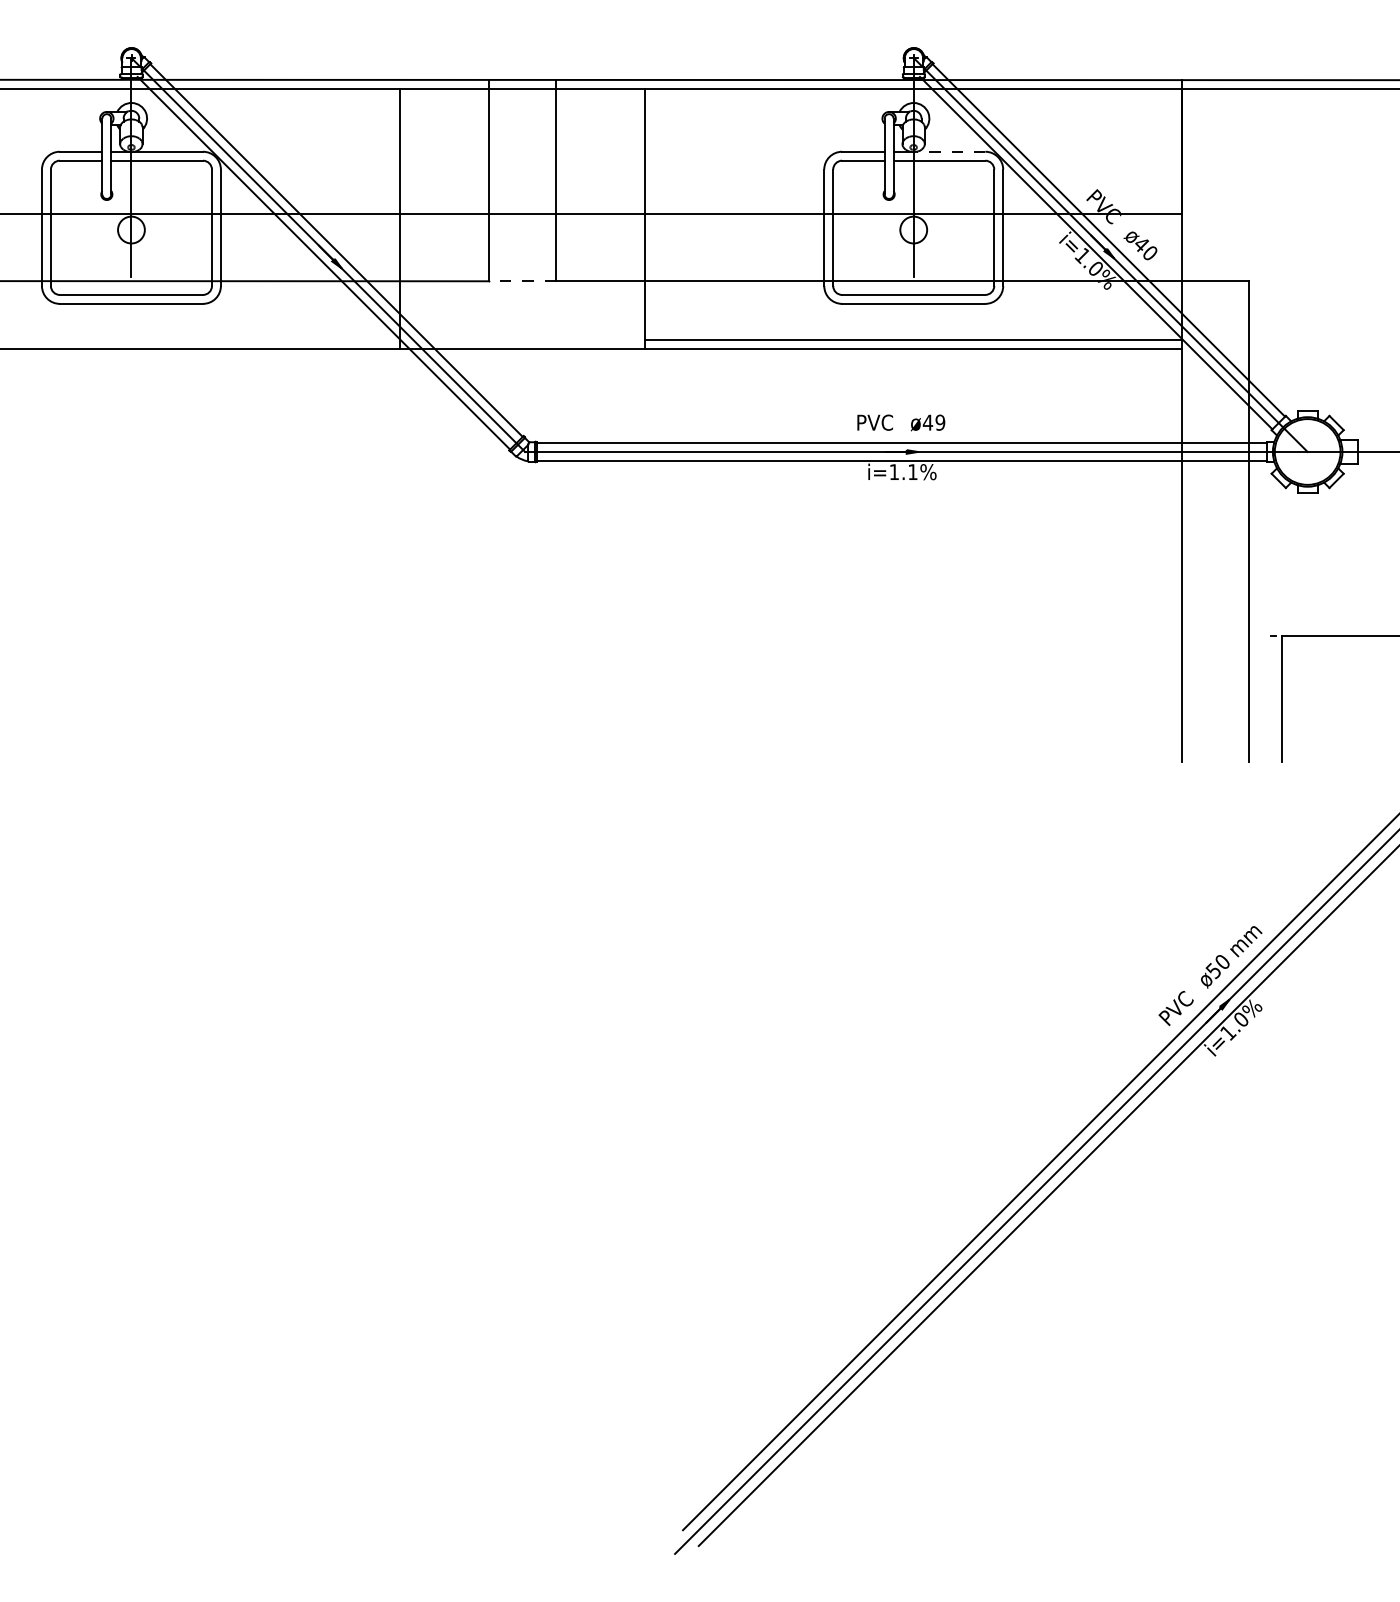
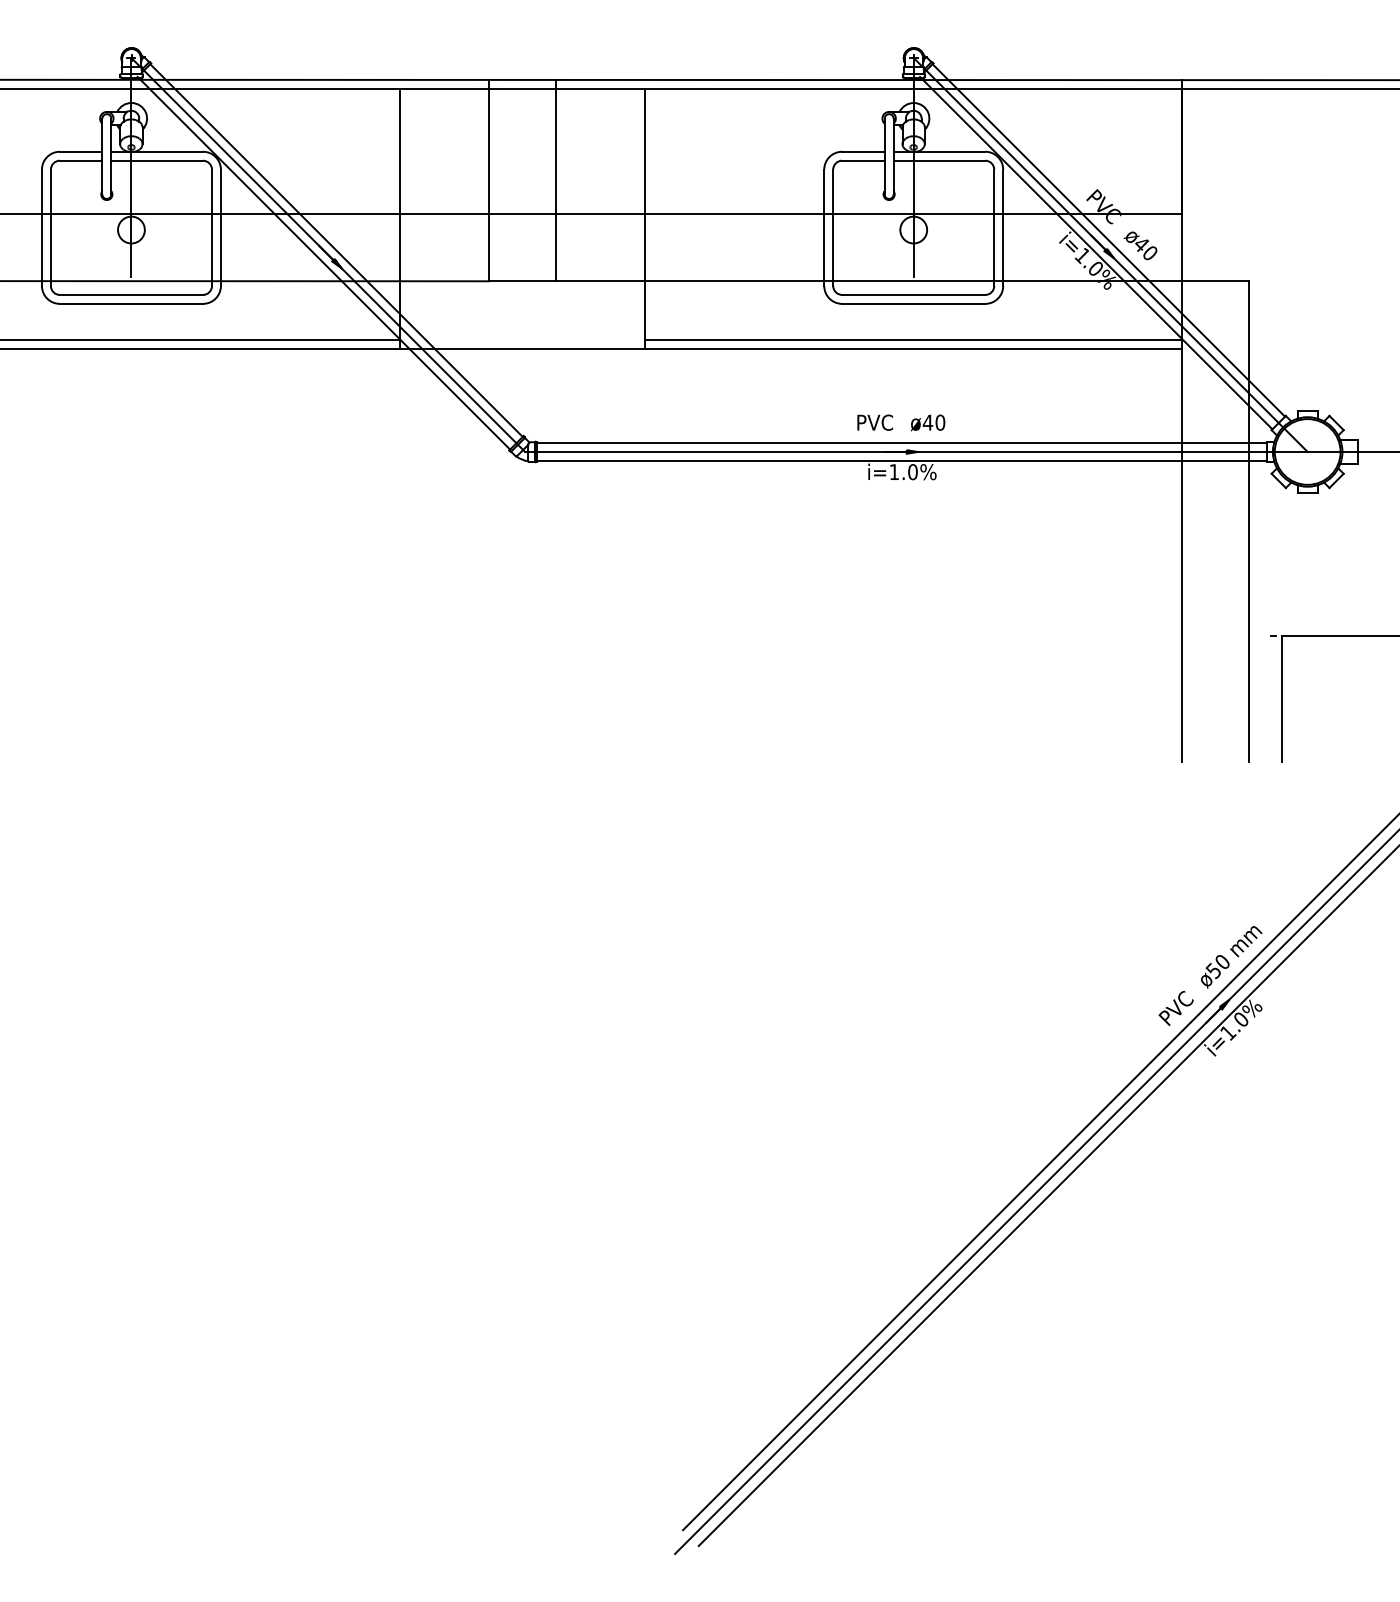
line at (950, 151): dashed -> solid
line at (522, 281): dashed -> solid
line at (200, 339): none -> present
text at (940, 422): ø49 -> ø40
text at (912, 472): i=1.1% -> i=1.0%
